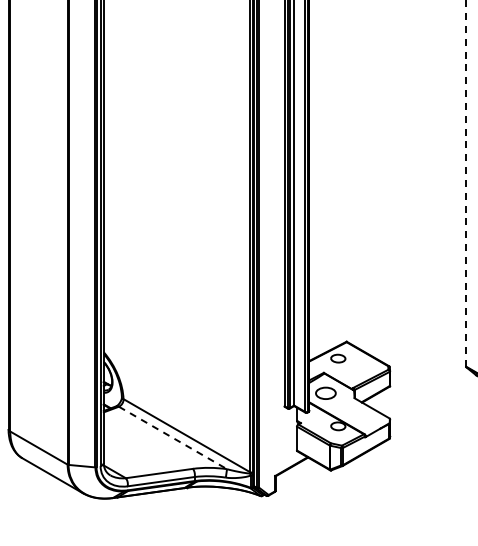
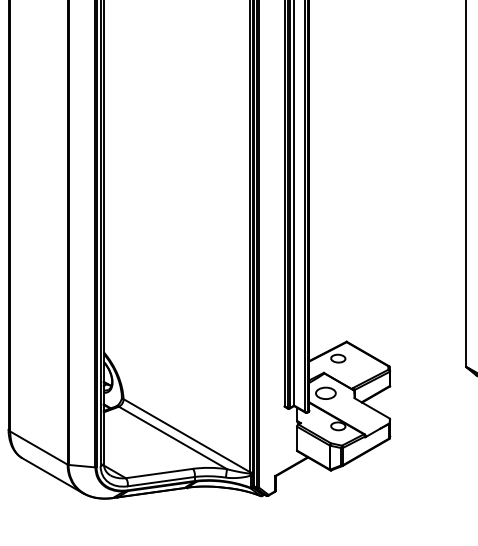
line at (466, 183): dashed -> solid
line at (173, 438): dashed -> solid
